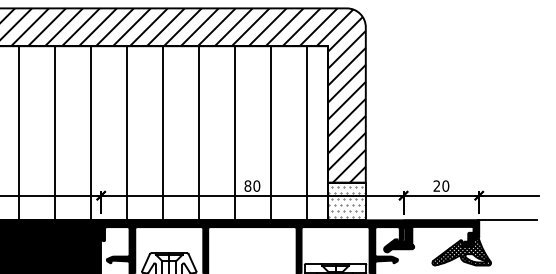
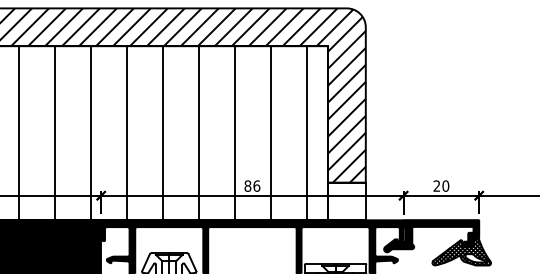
text at (256, 185): 80 -> 86
hatch at (346, 201): present -> none
line at (507, 220): present -> none
